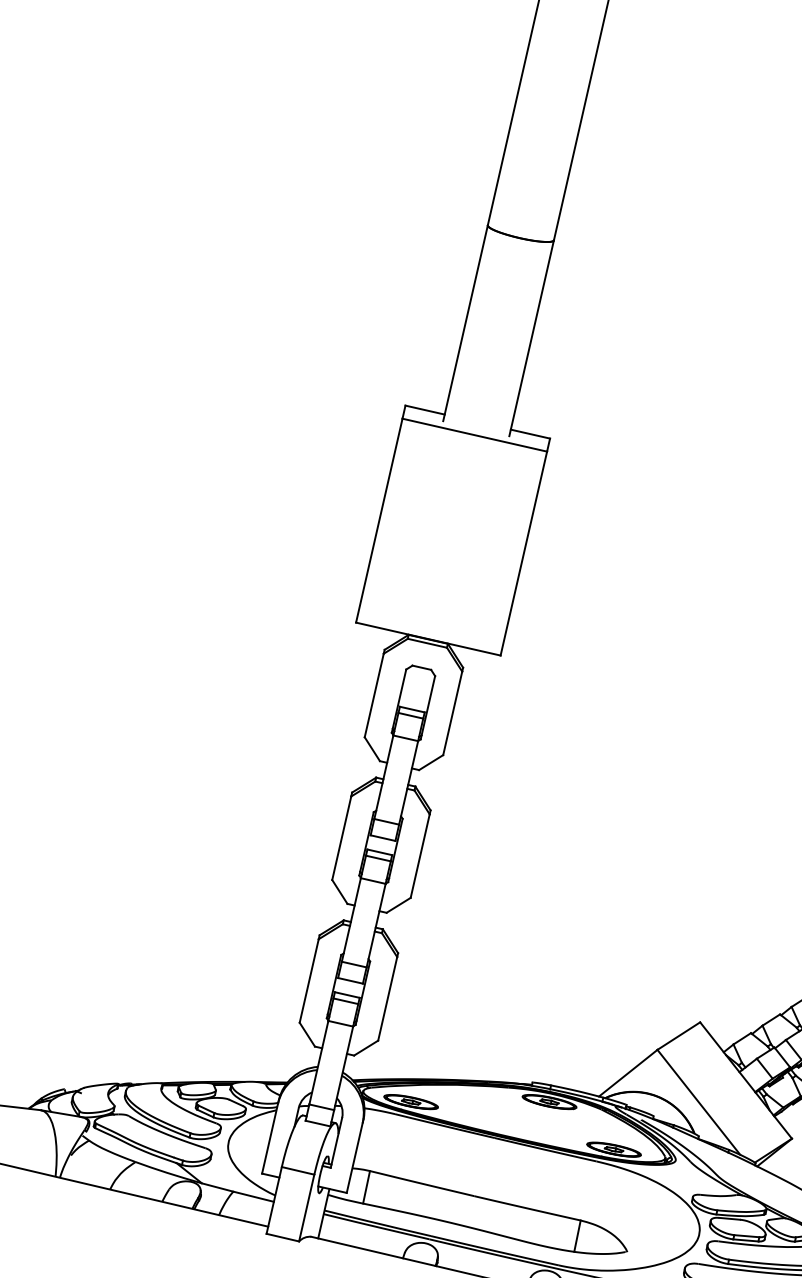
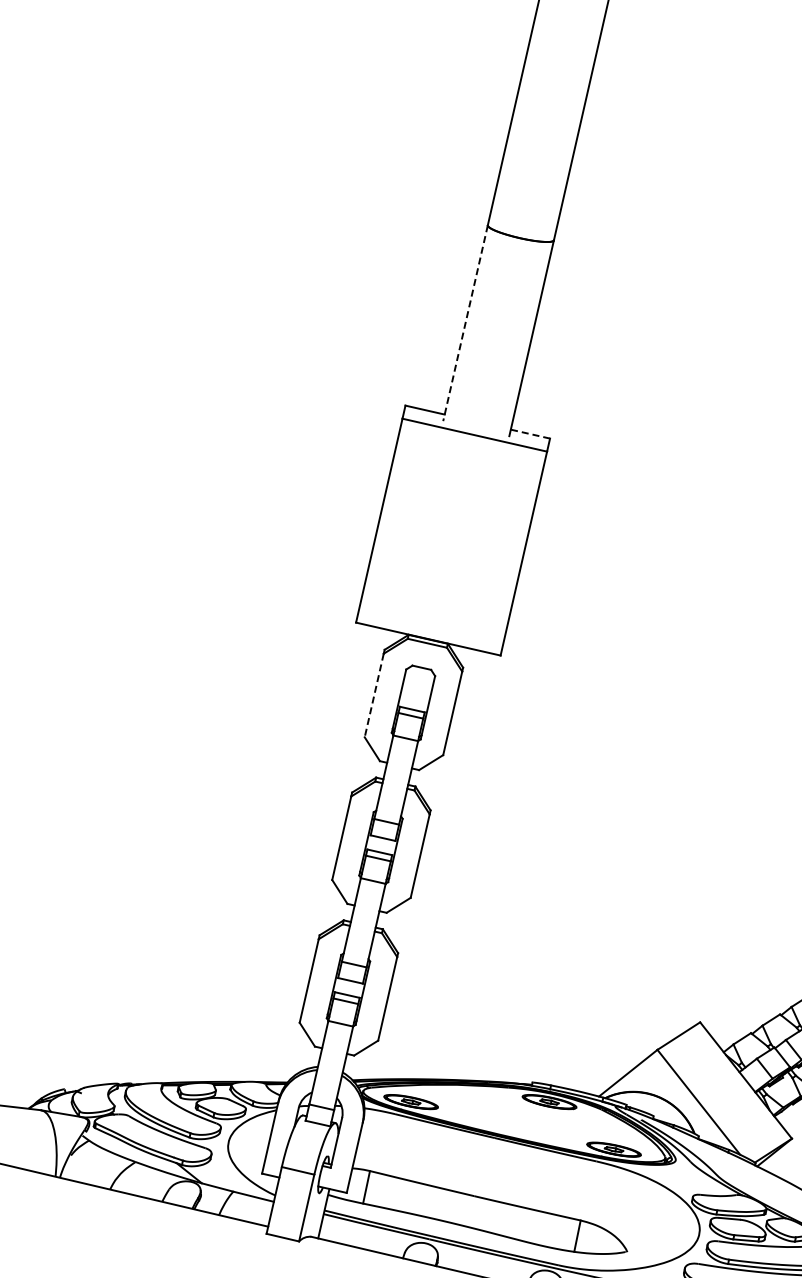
line at (465, 323): solid -> dashed
line at (529, 434): solid -> dashed
line at (374, 695): solid -> dashed
